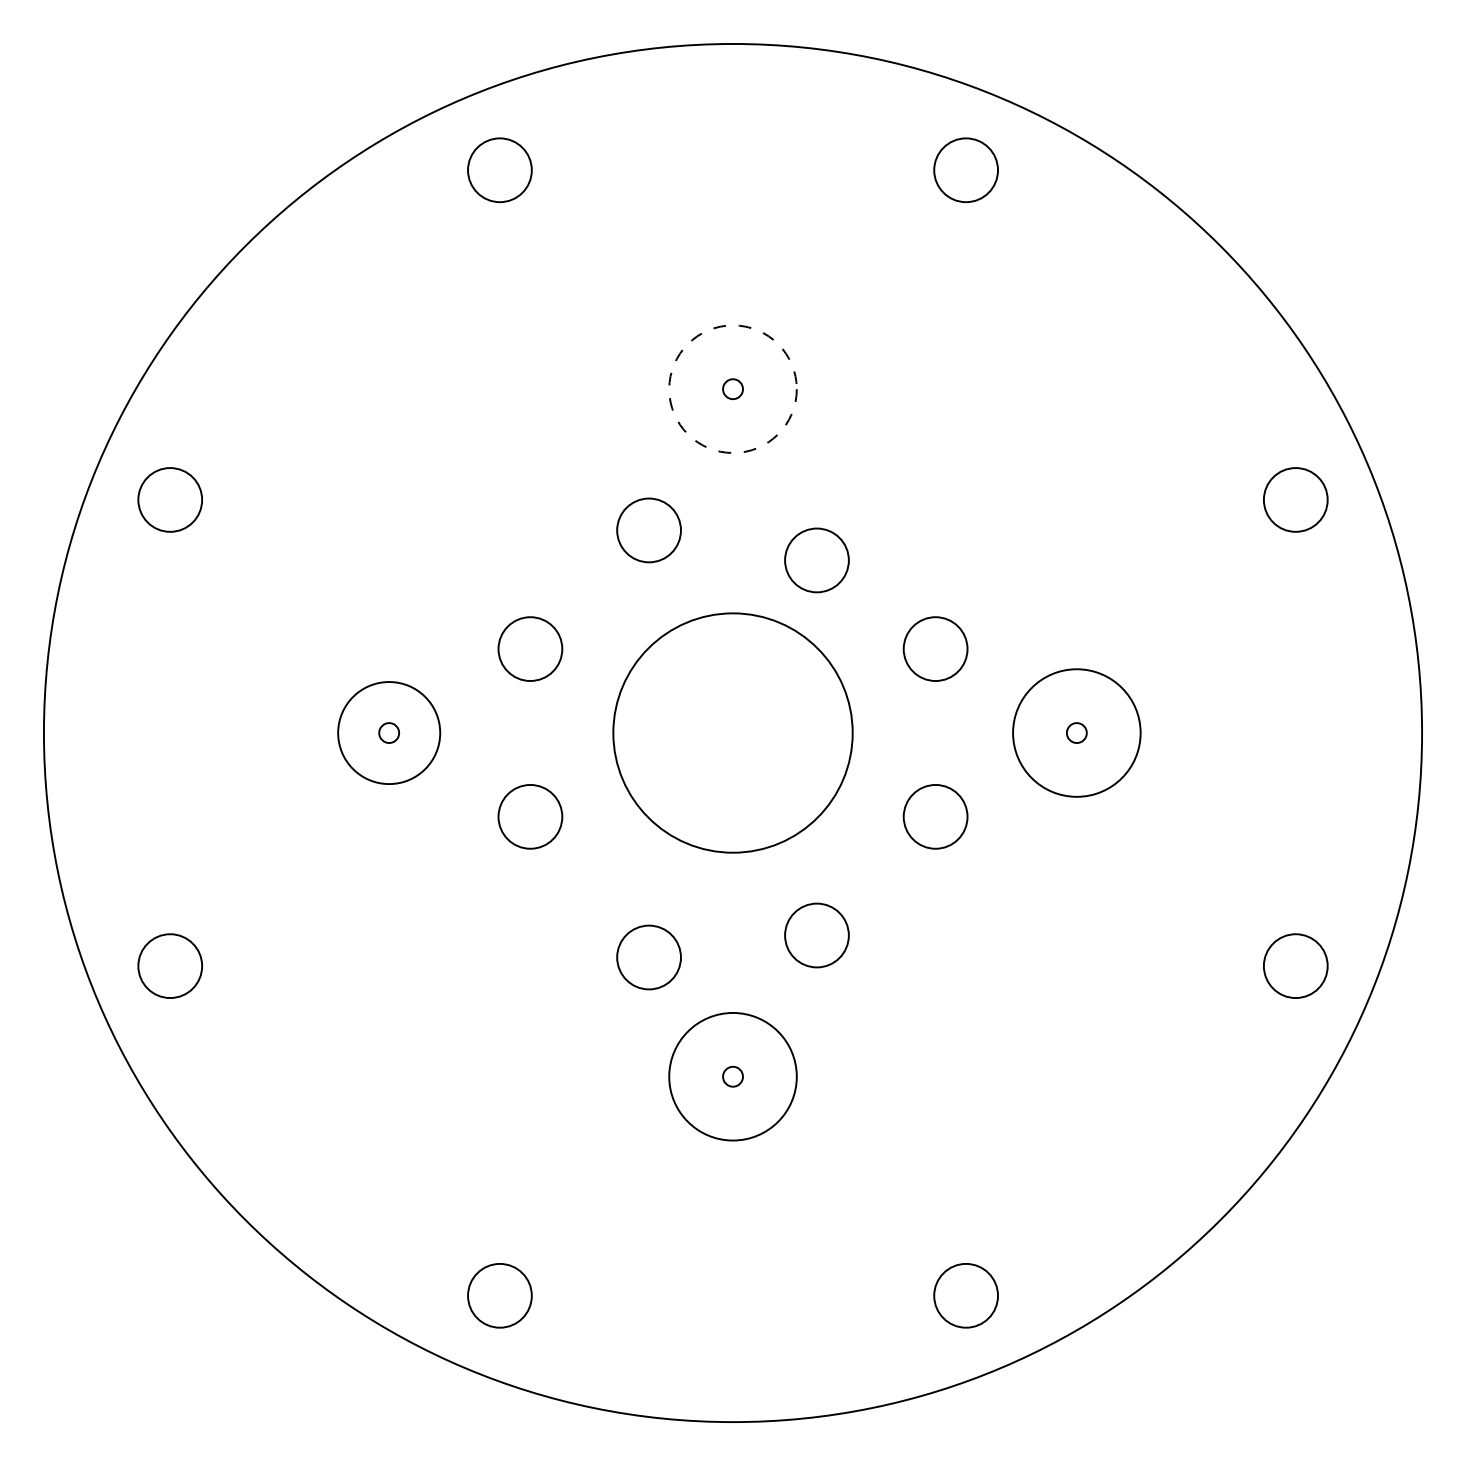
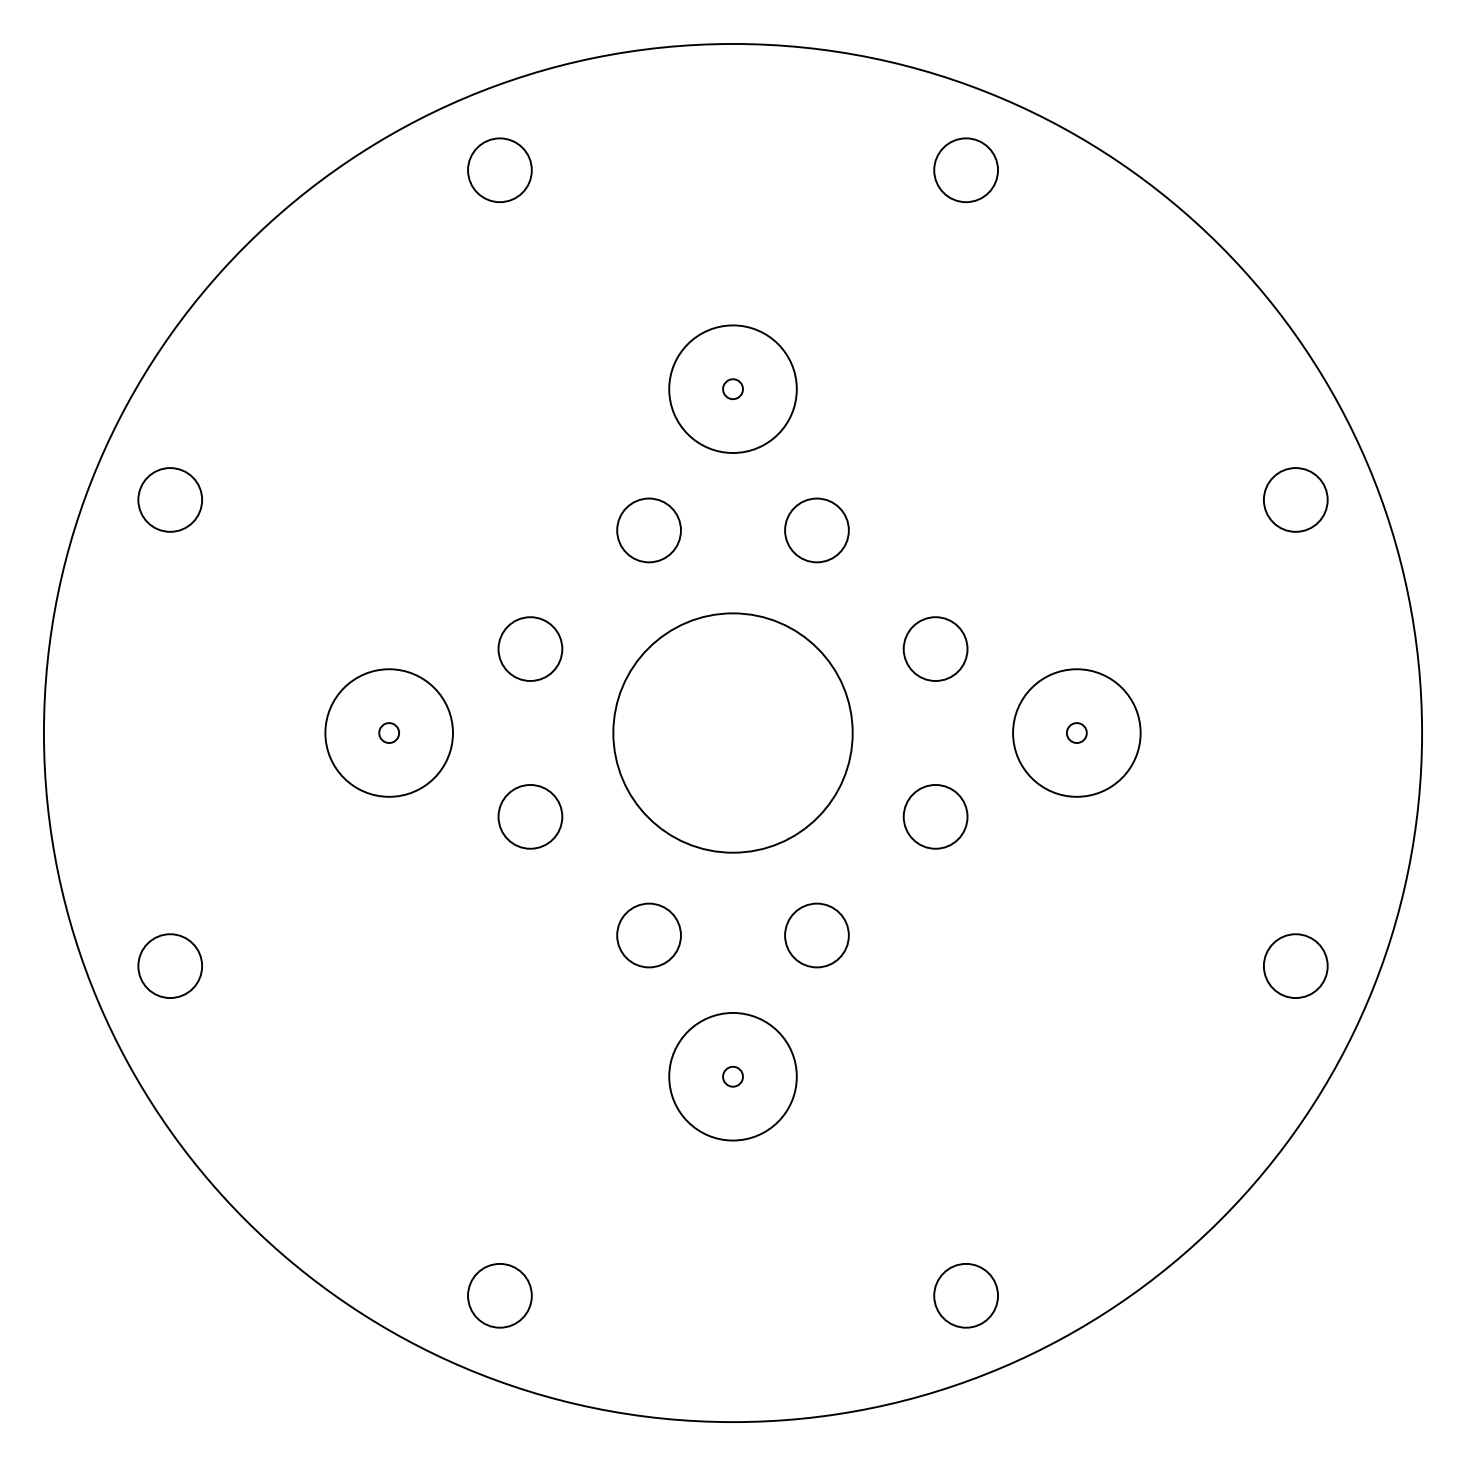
circle at (732, 389): dashed -> solid
circle at (816, 560) position: (816, 560) -> (816, 530)
circle at (389, 733) diameter: 102 px -> 128 px
circle at (648, 957) position: (648, 957) -> (648, 935)
